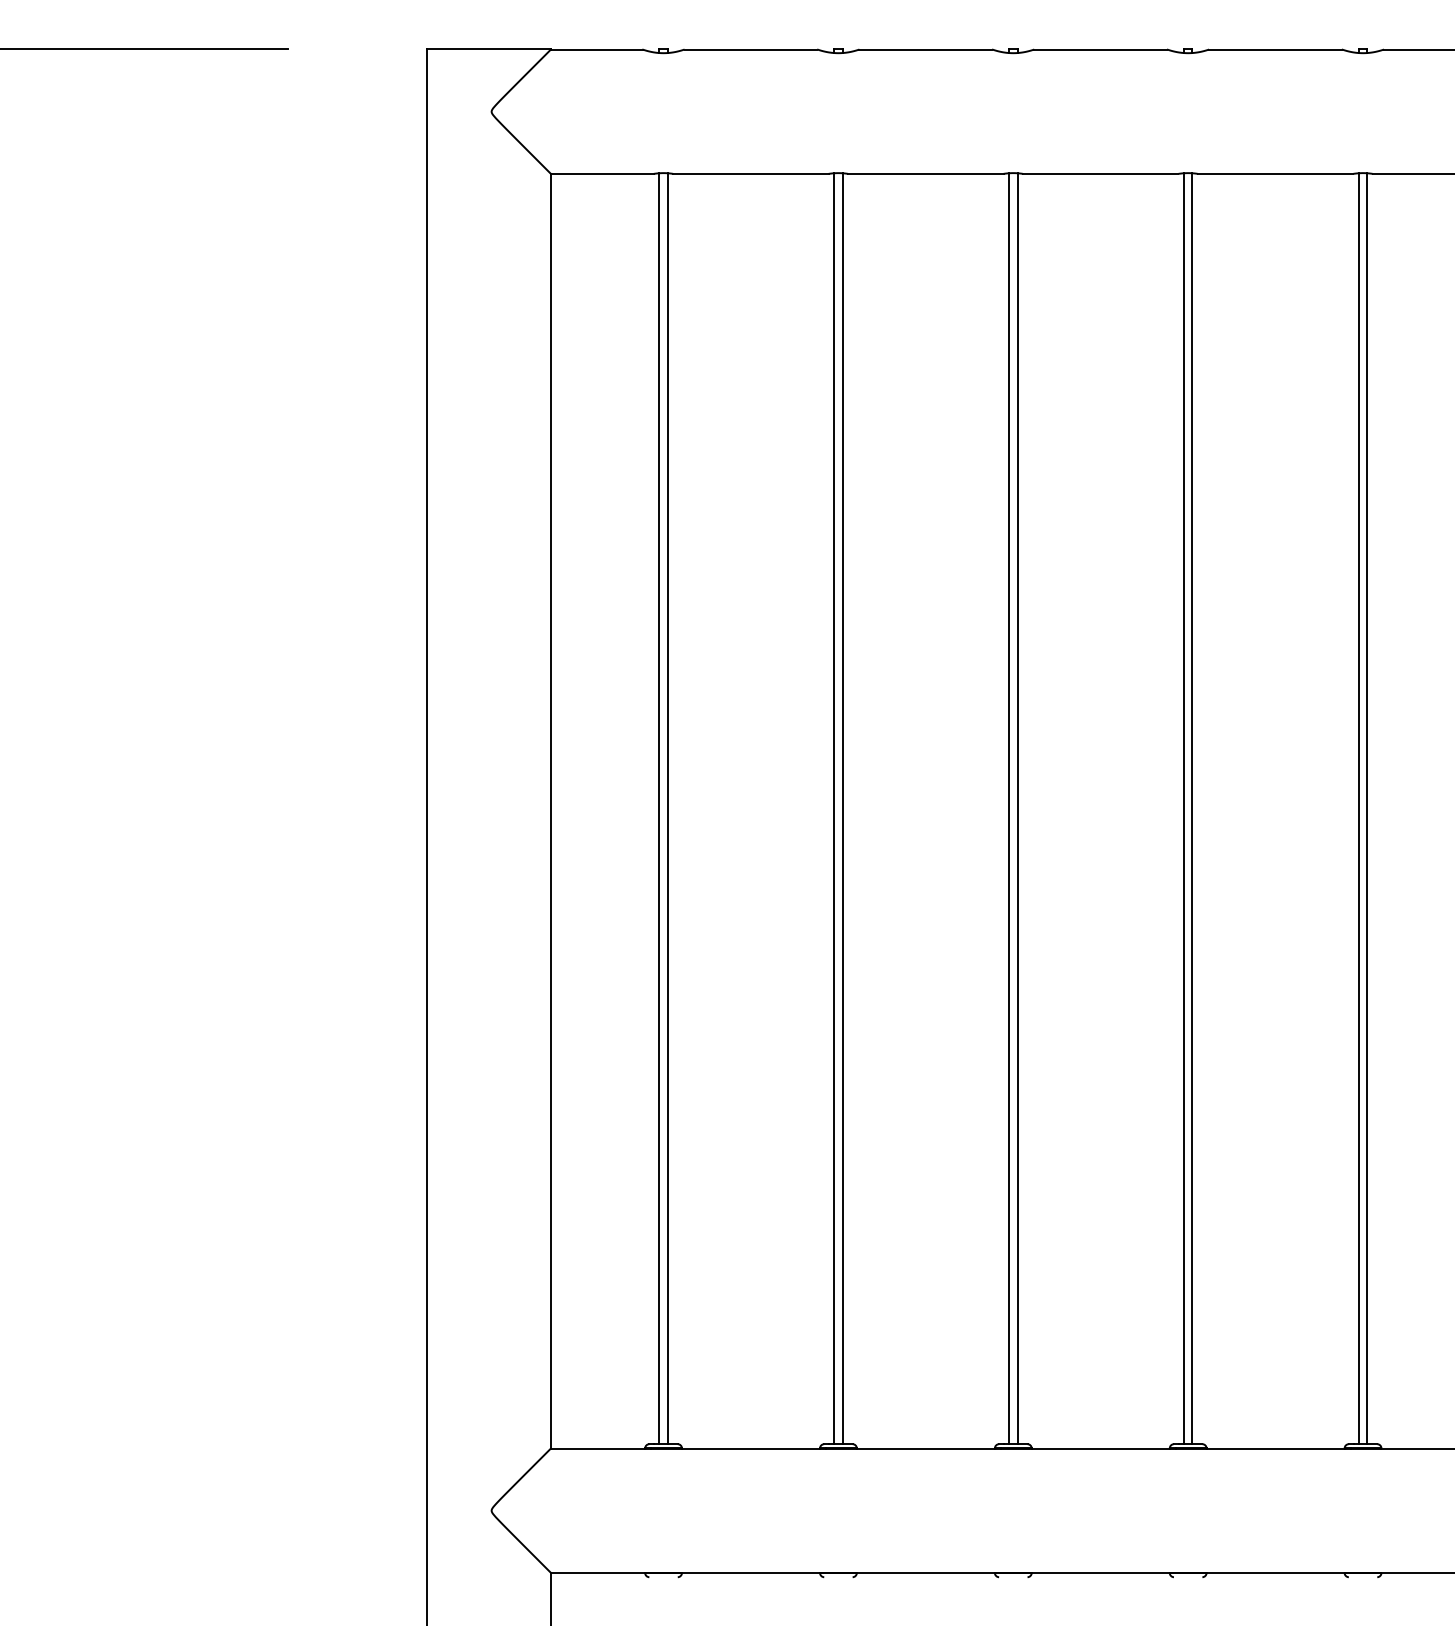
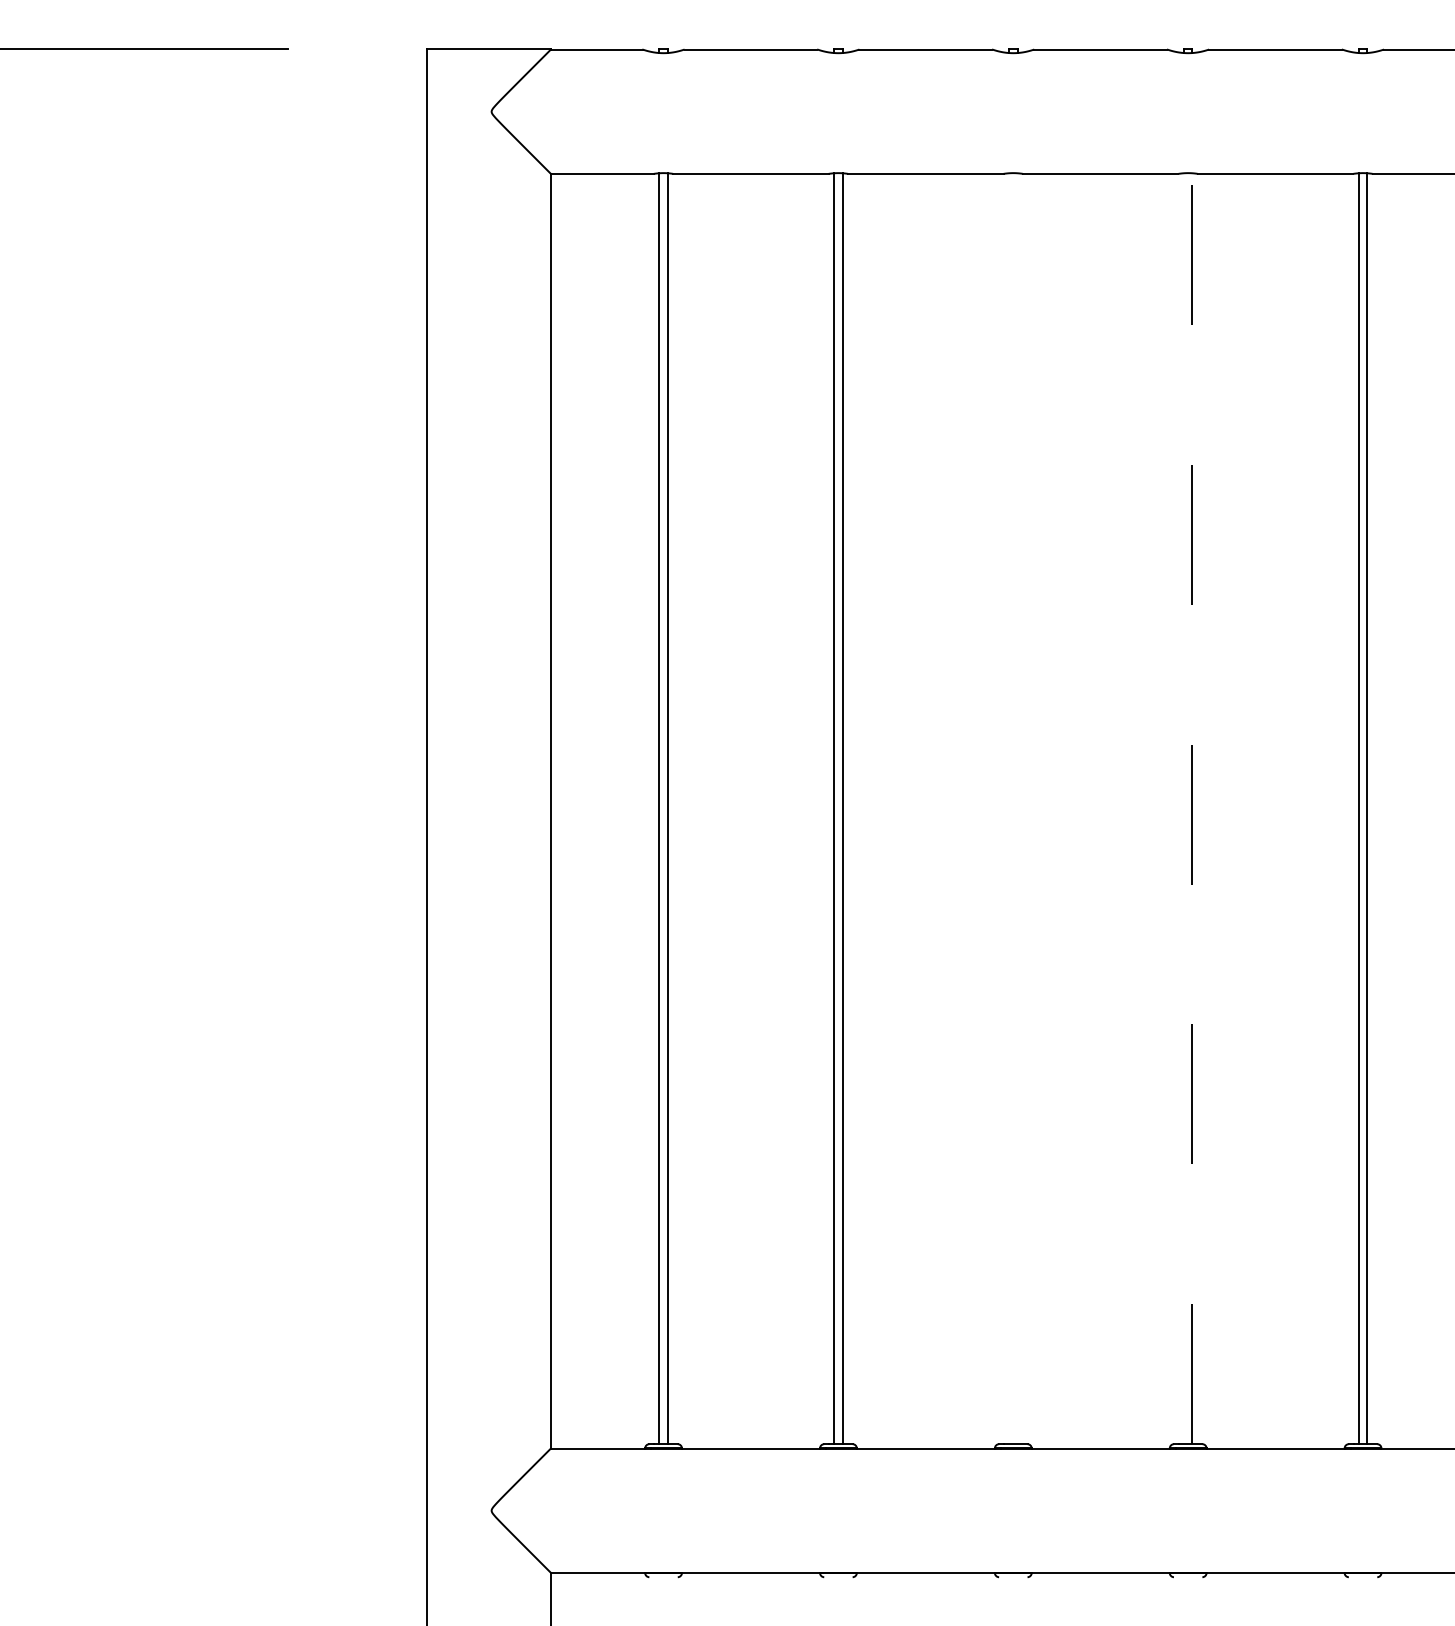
line at (1009, 808): present -> none
line at (1017, 808): present -> none
line at (1183, 808): present -> none
line at (1192, 808): solid -> dashed
